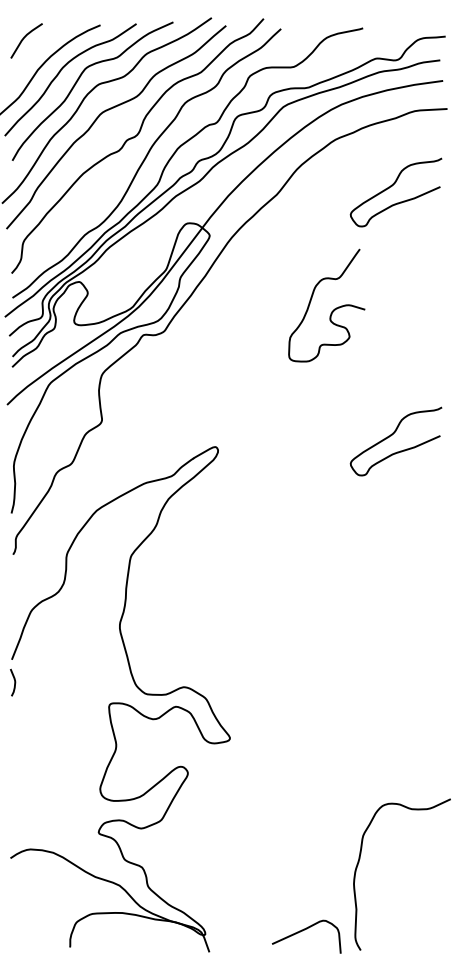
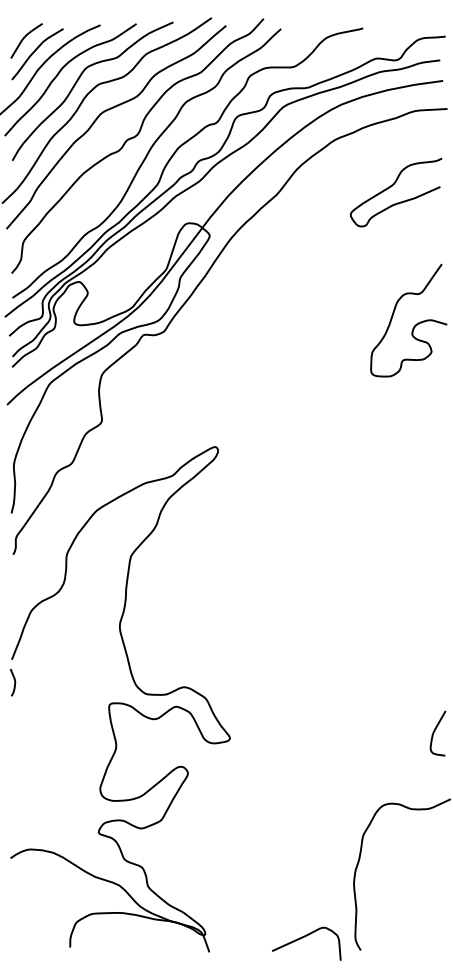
curve at (35, 51): none -> present
curve at (332, 310) position: (332, 310) -> (414, 325)
curve at (391, 436): present -> none
curve at (435, 731): none -> present
curve at (305, 930) position: (305, 930) -> (305, 937)
